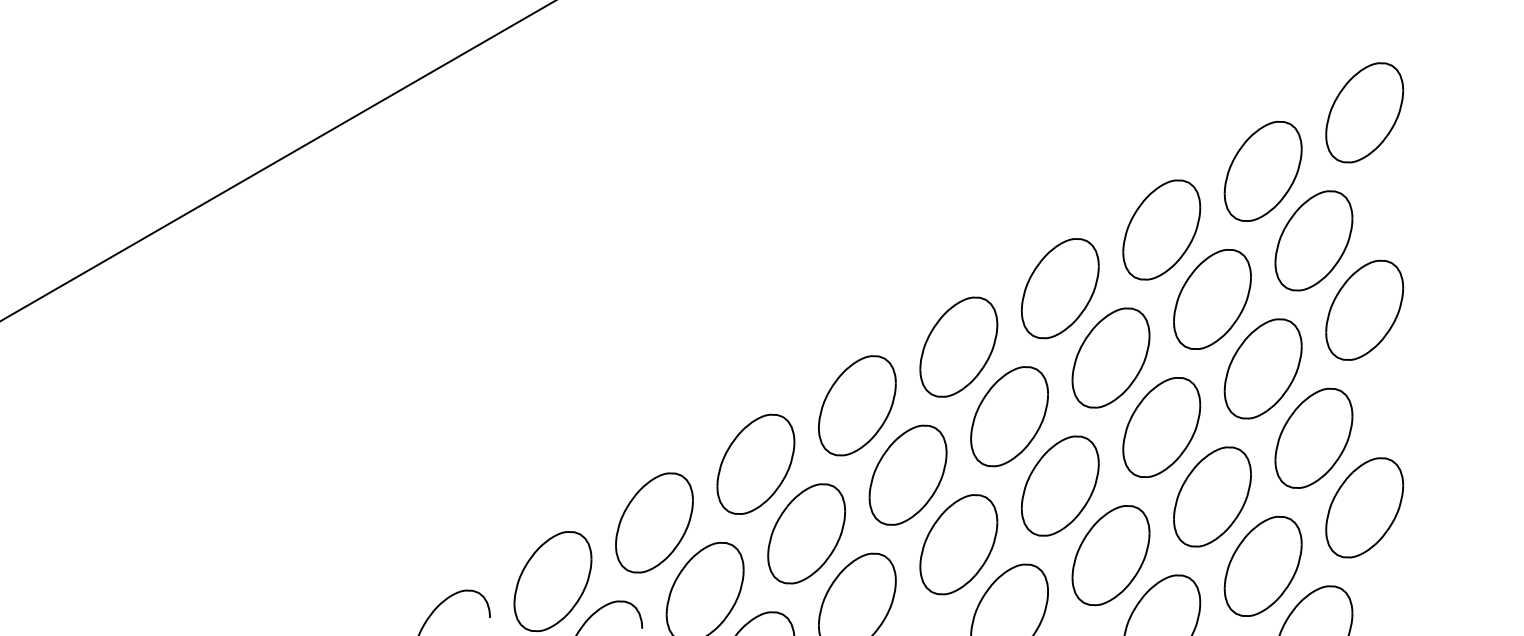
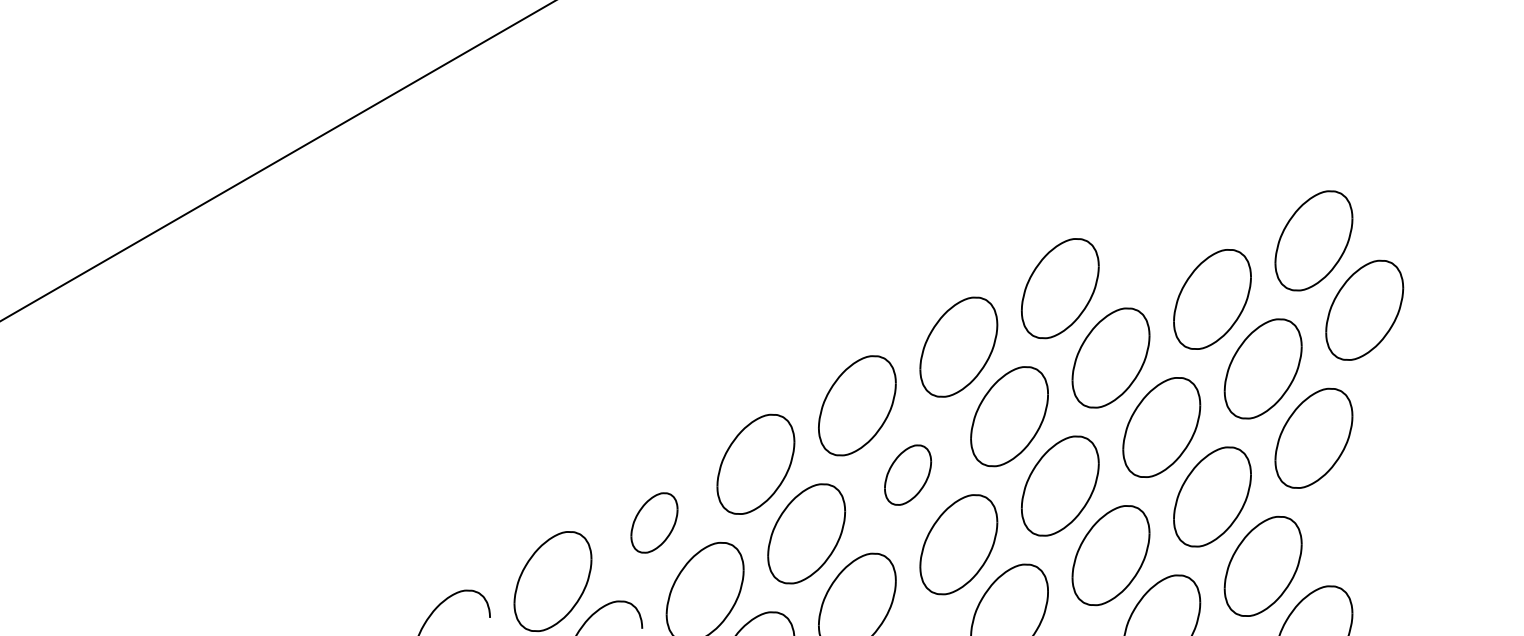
part at (1364, 112): present -> none
part at (1262, 171): present -> none
part at (1161, 229): present -> none
part at (907, 474) size: 80x102 px -> 49x62 px
part at (1364, 507): present -> none
part at (654, 522) size: 79x102 px -> 49x62 px
